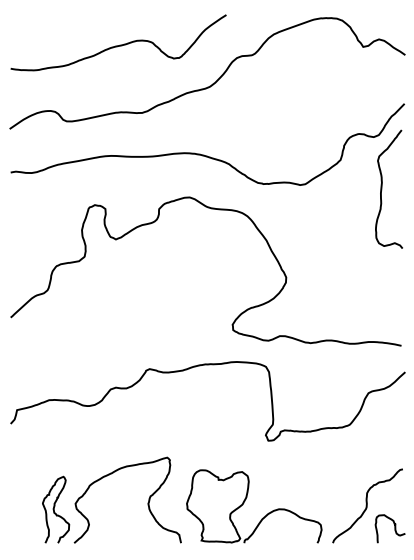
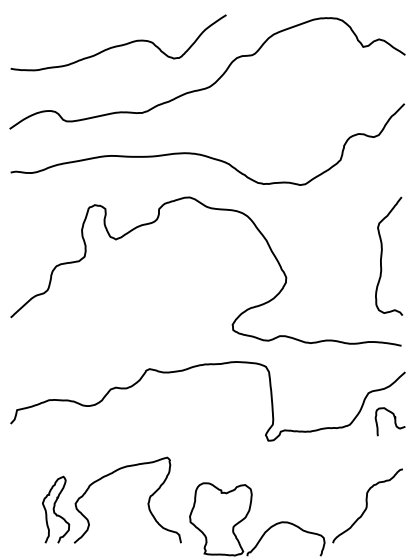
curve at (382, 188) position: (382, 188) -> (382, 255)
part at (245, 501) position: (245, 501) -> (248, 514)
curve at (394, 528) position: (394, 528) -> (394, 421)
